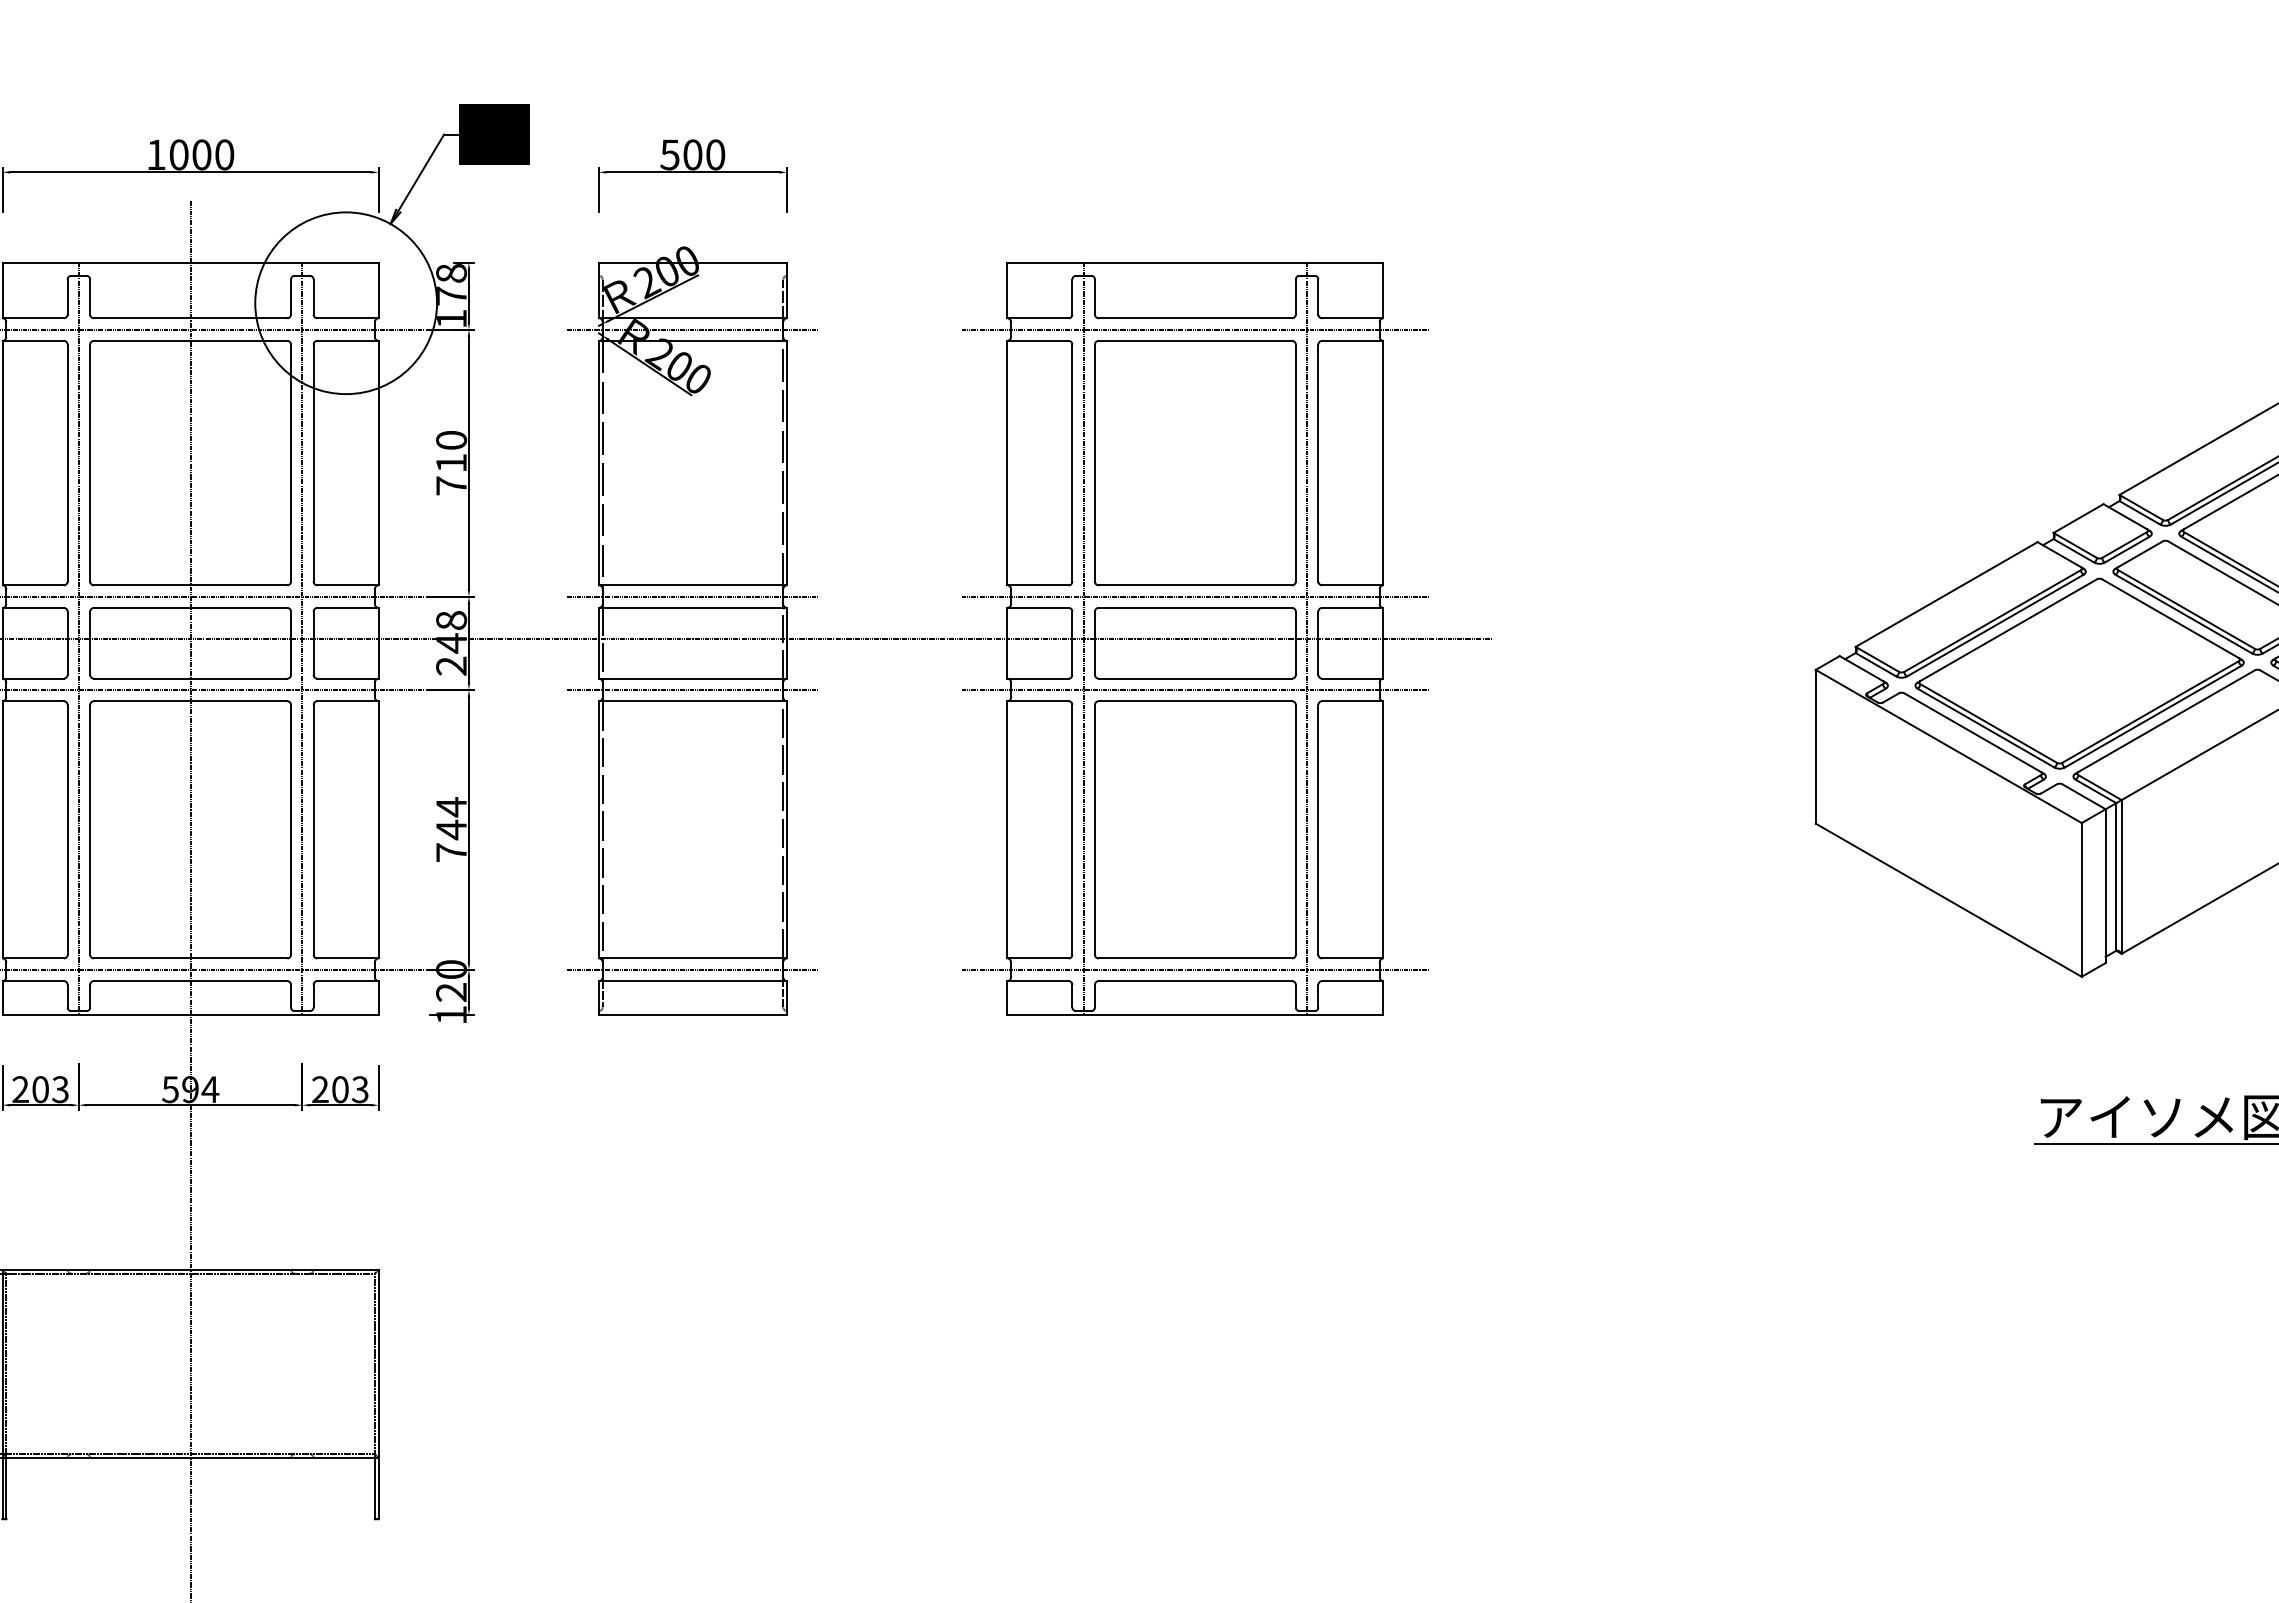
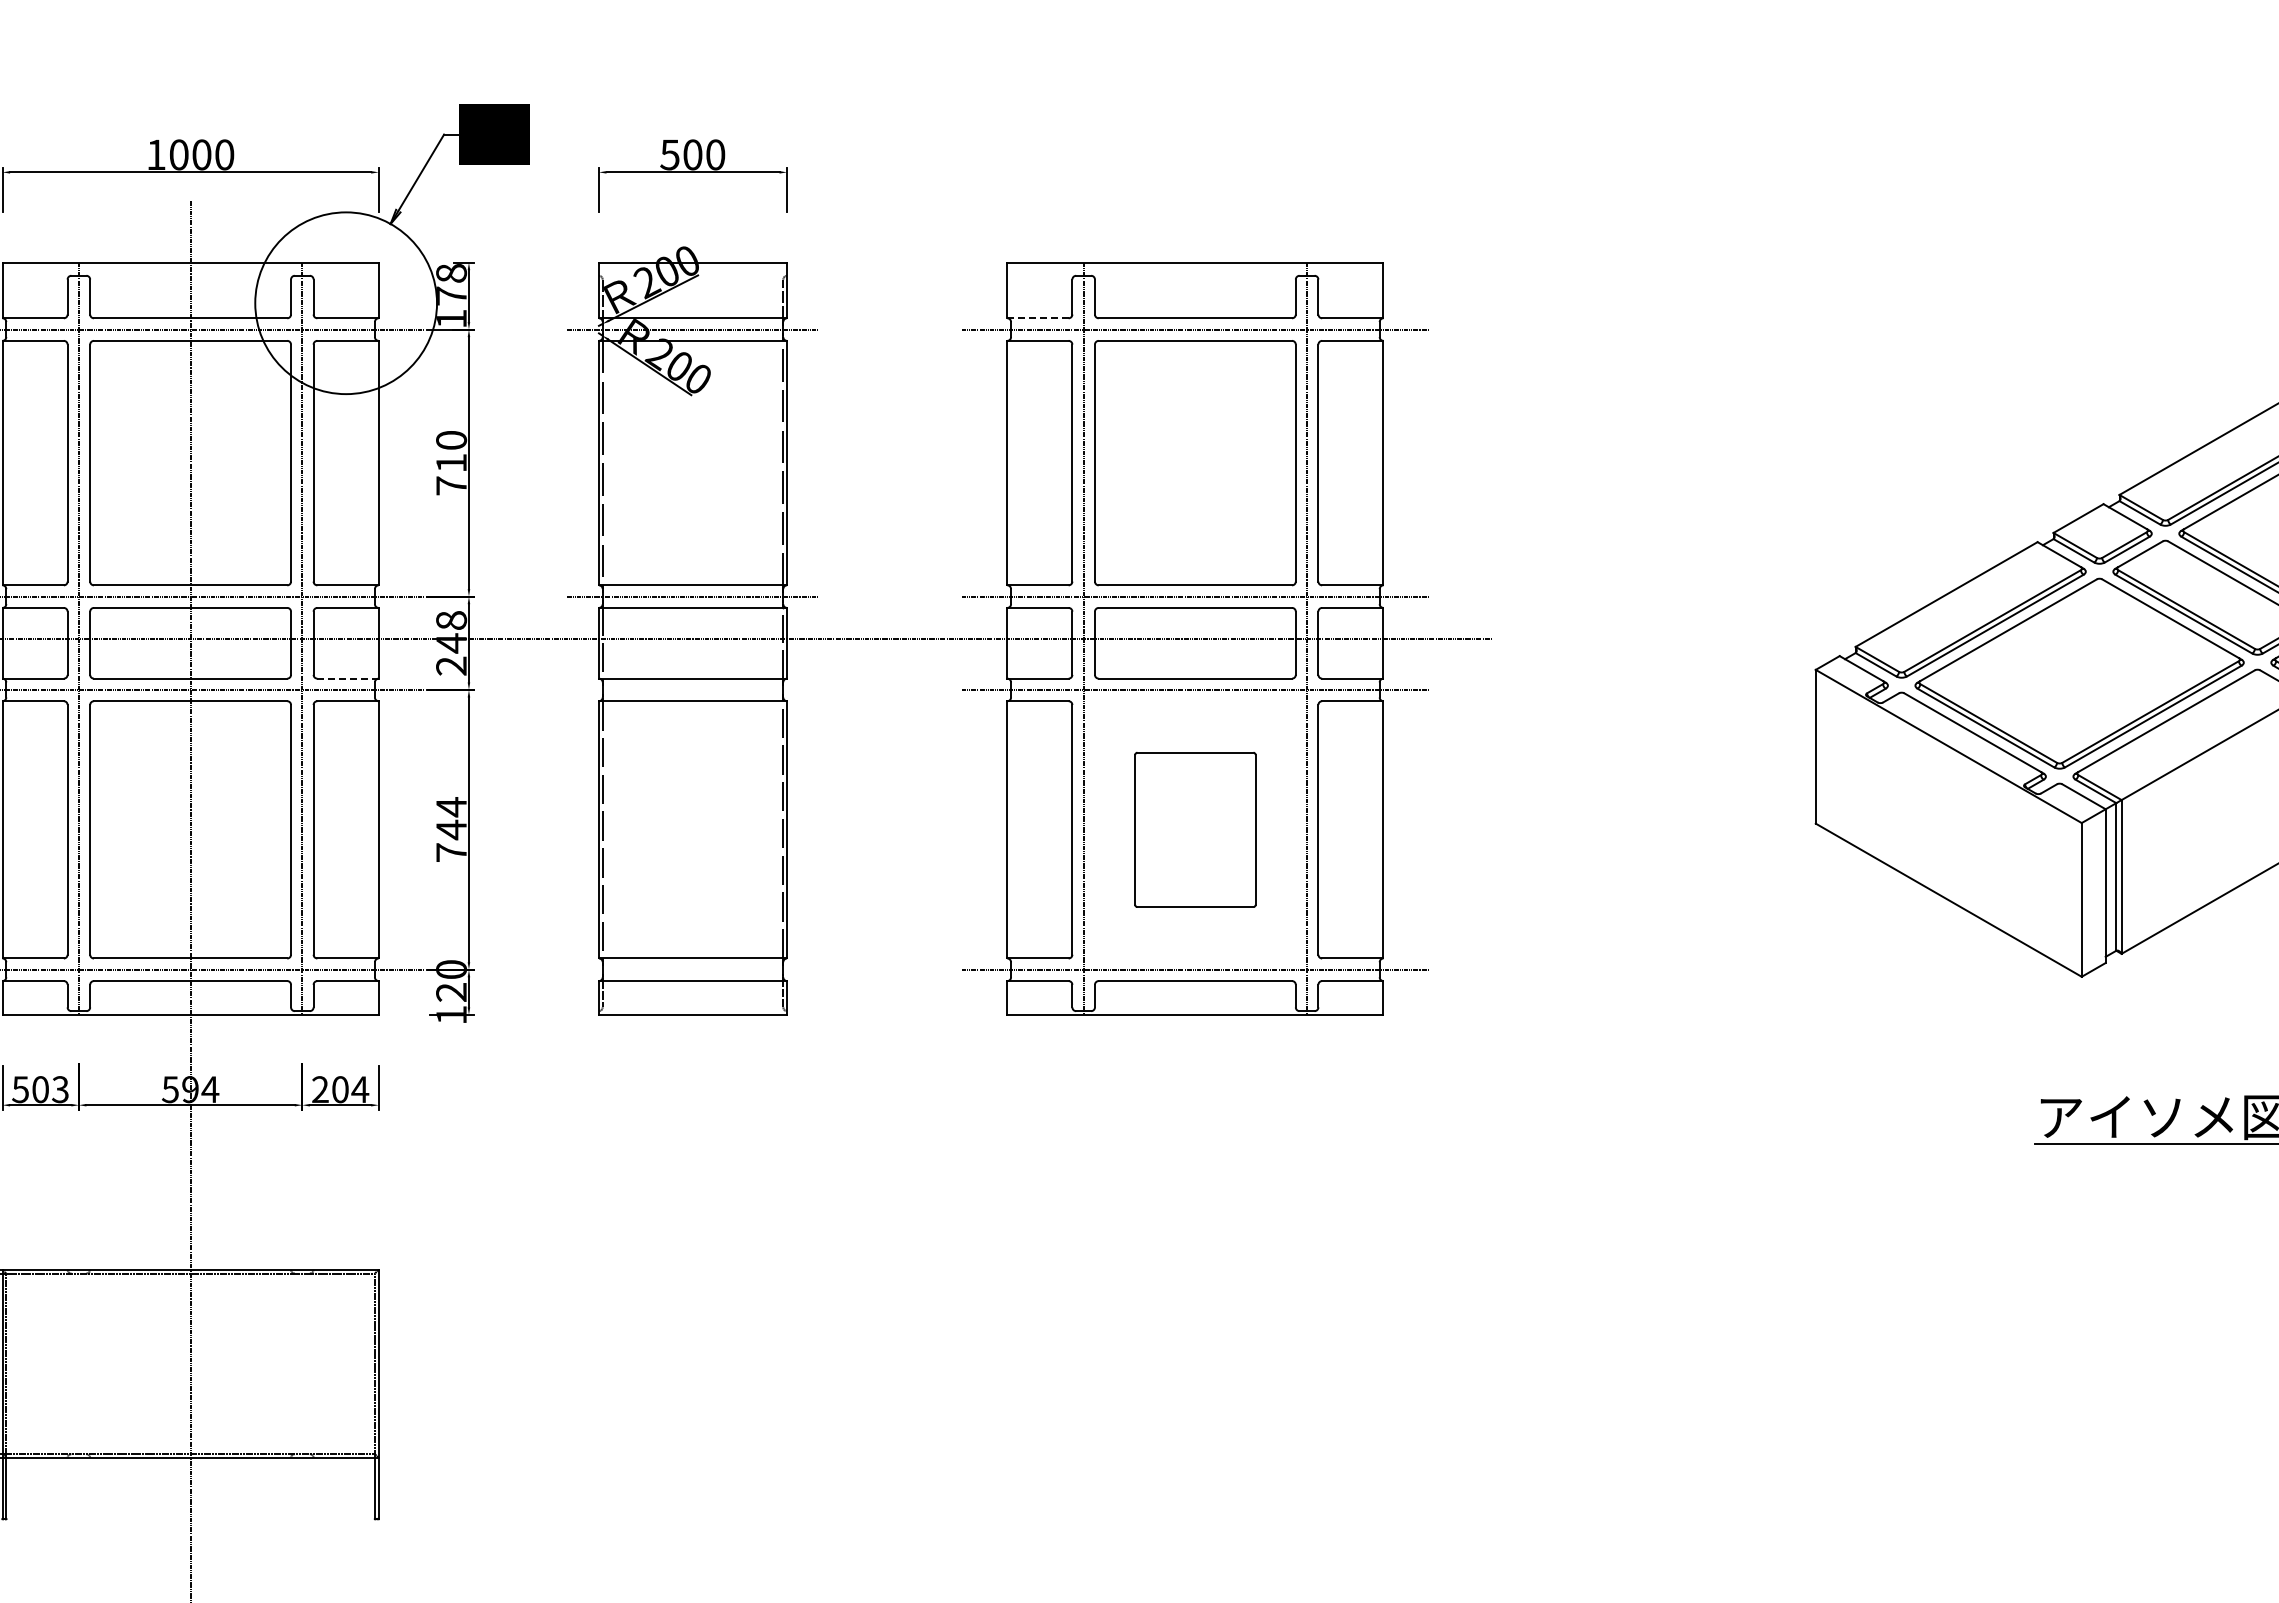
line at (1037, 318): solid -> dashed
line at (348, 678): solid -> dashed
line at (692, 689): present -> none
part at (1195, 829) size: 203x260 px -> 123x156 px
line at (692, 969): present -> none
text at (20, 1089): 203 -> 503
text at (360, 1089): 203 -> 204
